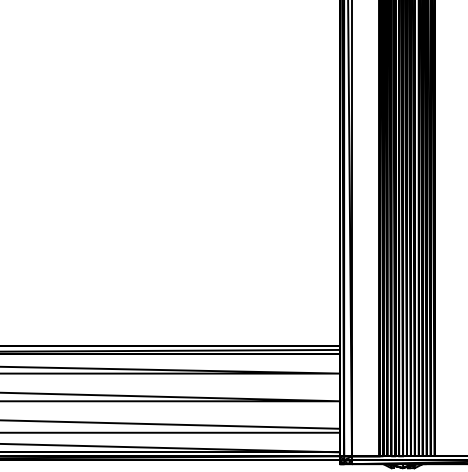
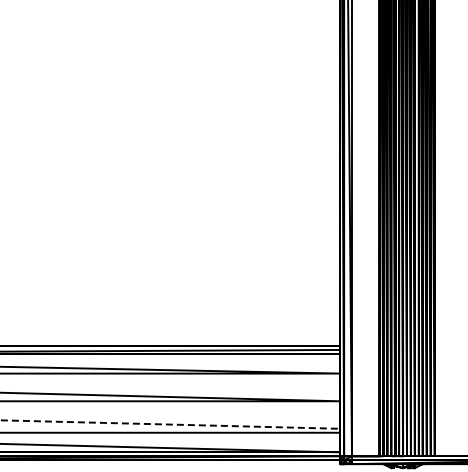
line at (170, 424): solid -> dashed
